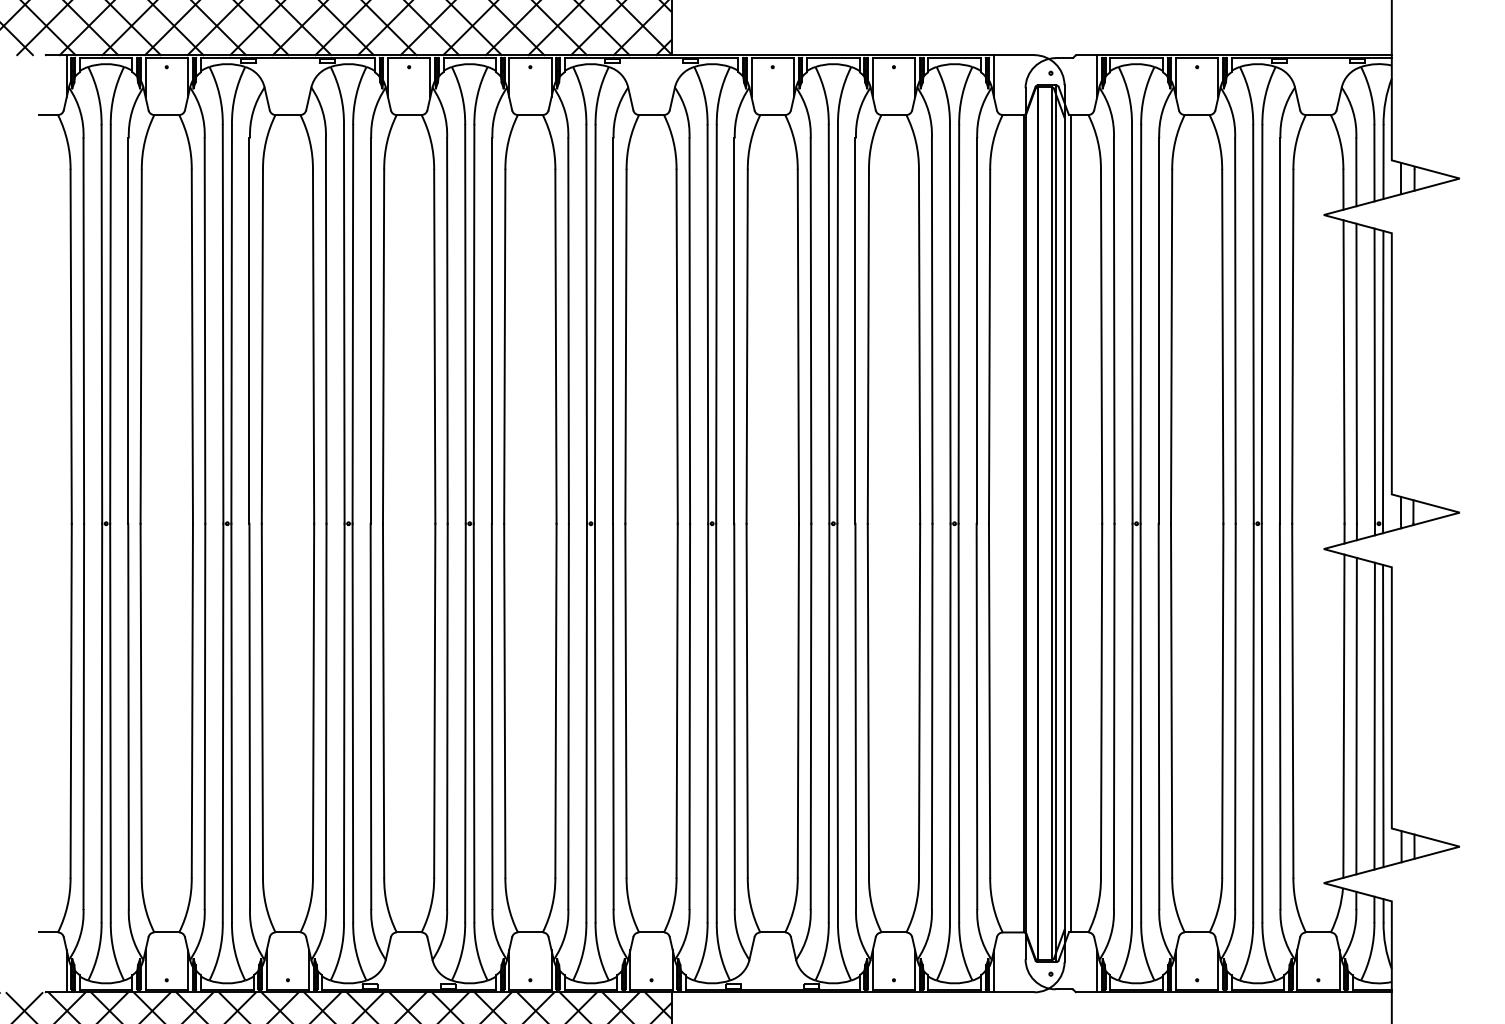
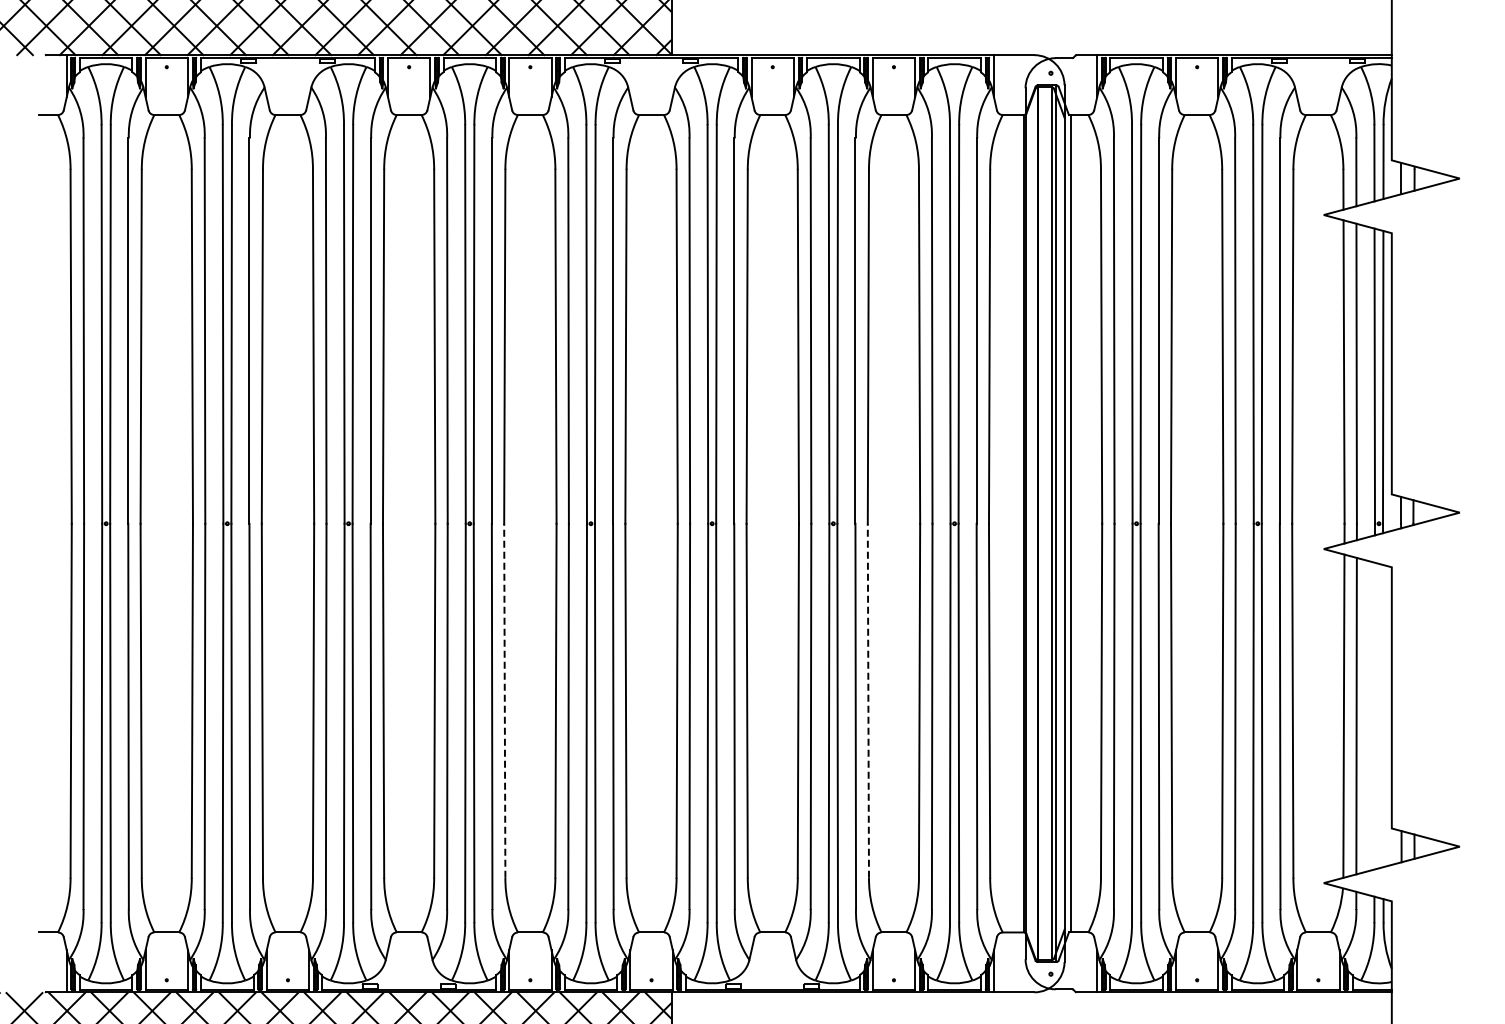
line at (504, 700): solid -> dashed
line at (868, 700): solid -> dashed
line at (1374, 715): present -> none
line at (1383, 715): present -> none
